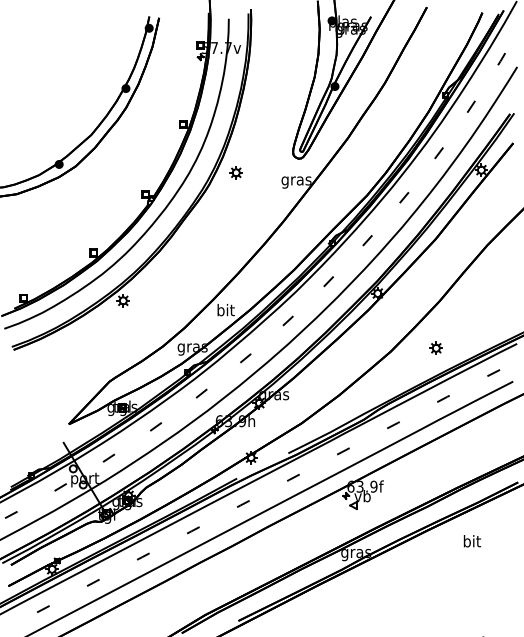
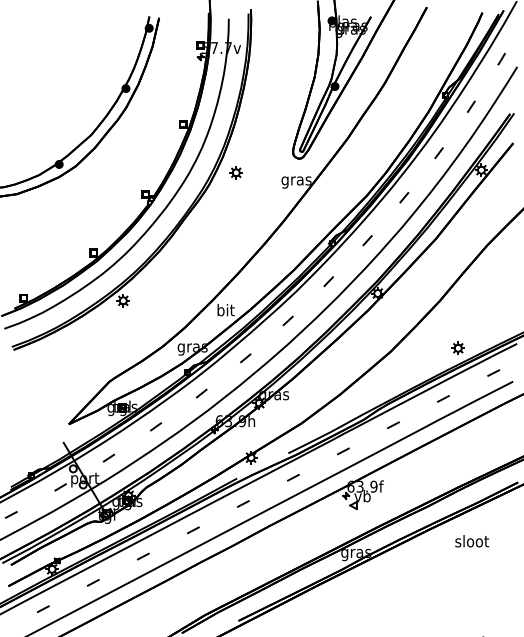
part at (435, 347) position: (435, 347) -> (457, 347)
text at (472, 541): bit -> sloot
